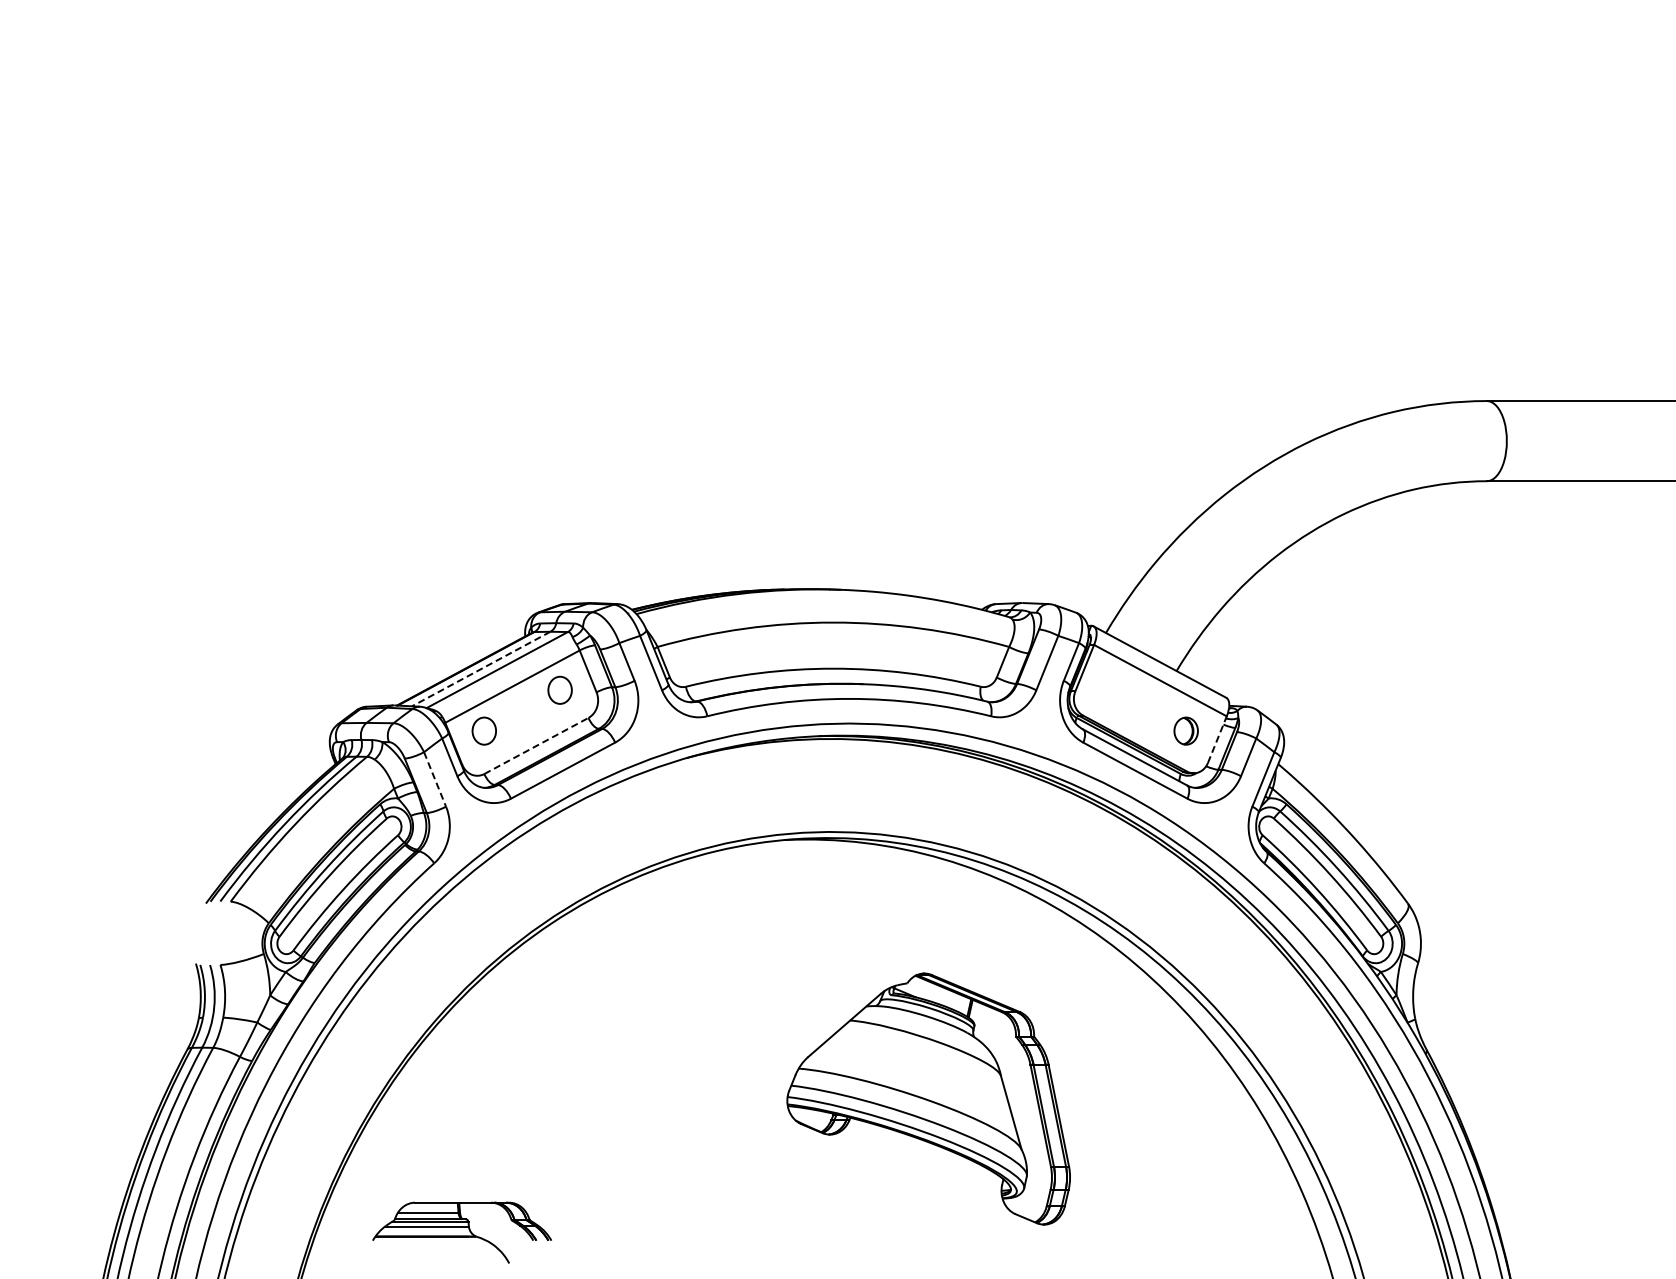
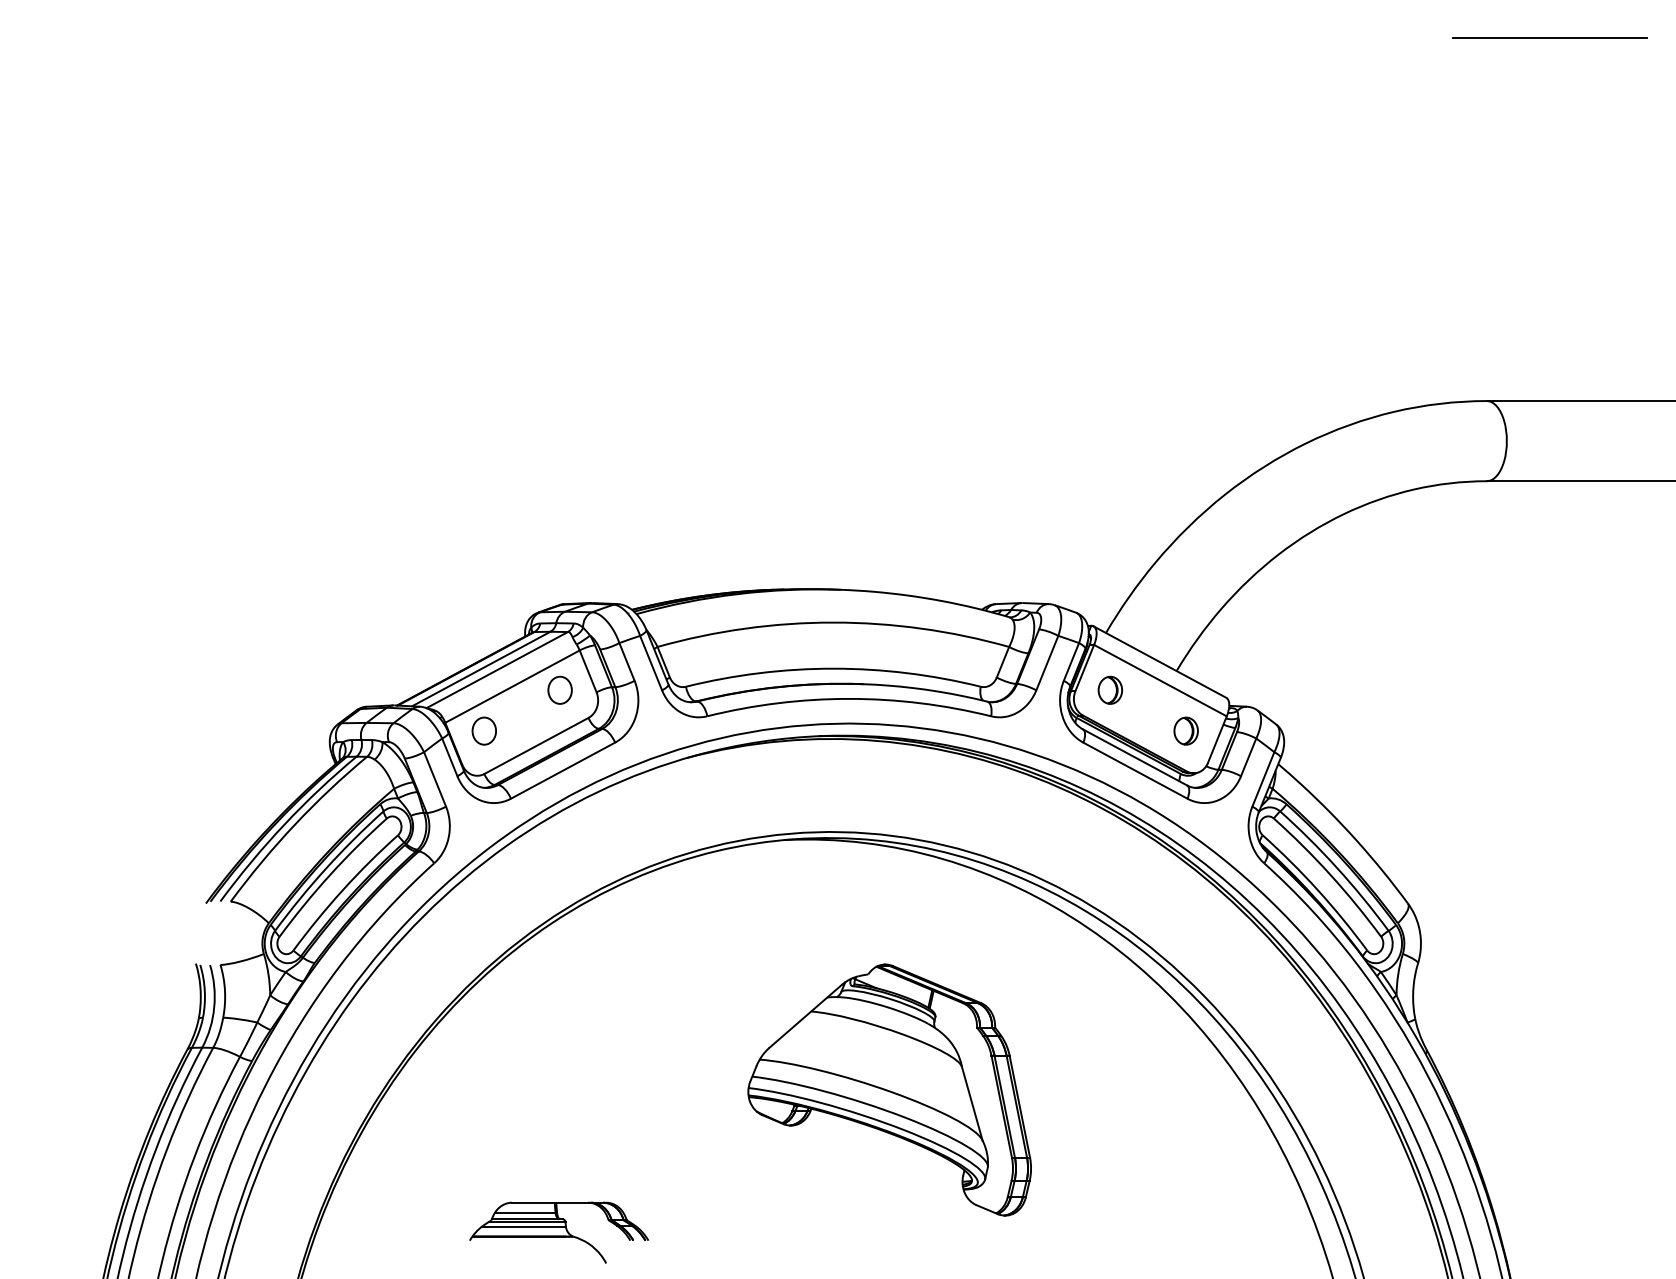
line at (1549, 38): none -> present
line at (481, 669): dashed -> solid
part at (1110, 689): none -> present
line at (1217, 739): dashed -> solid
line at (536, 745): dashed -> solid
line at (435, 779): dashed -> solid
part at (928, 1098) position: (928, 1098) -> (889, 1089)
part at (461, 1232) position: (461, 1232) -> (558, 1232)
